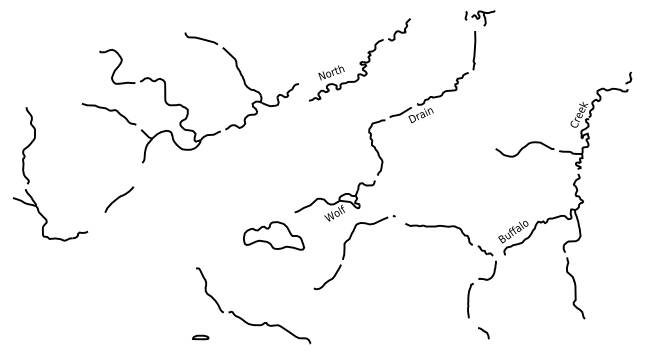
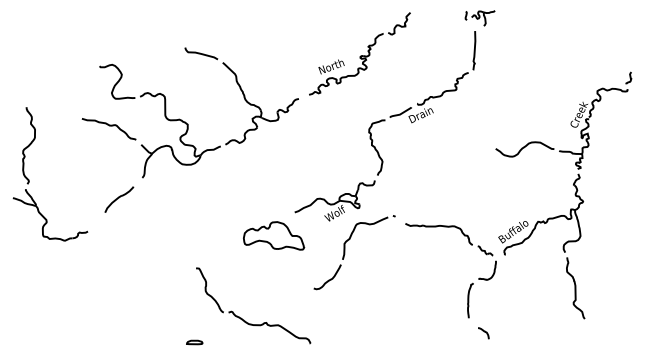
part at (359, 59) position: (359, 59) -> (359, 53)
part at (185, 106) position: (185, 106) -> (185, 121)
part at (200, 337) position: (200, 337) -> (194, 342)
